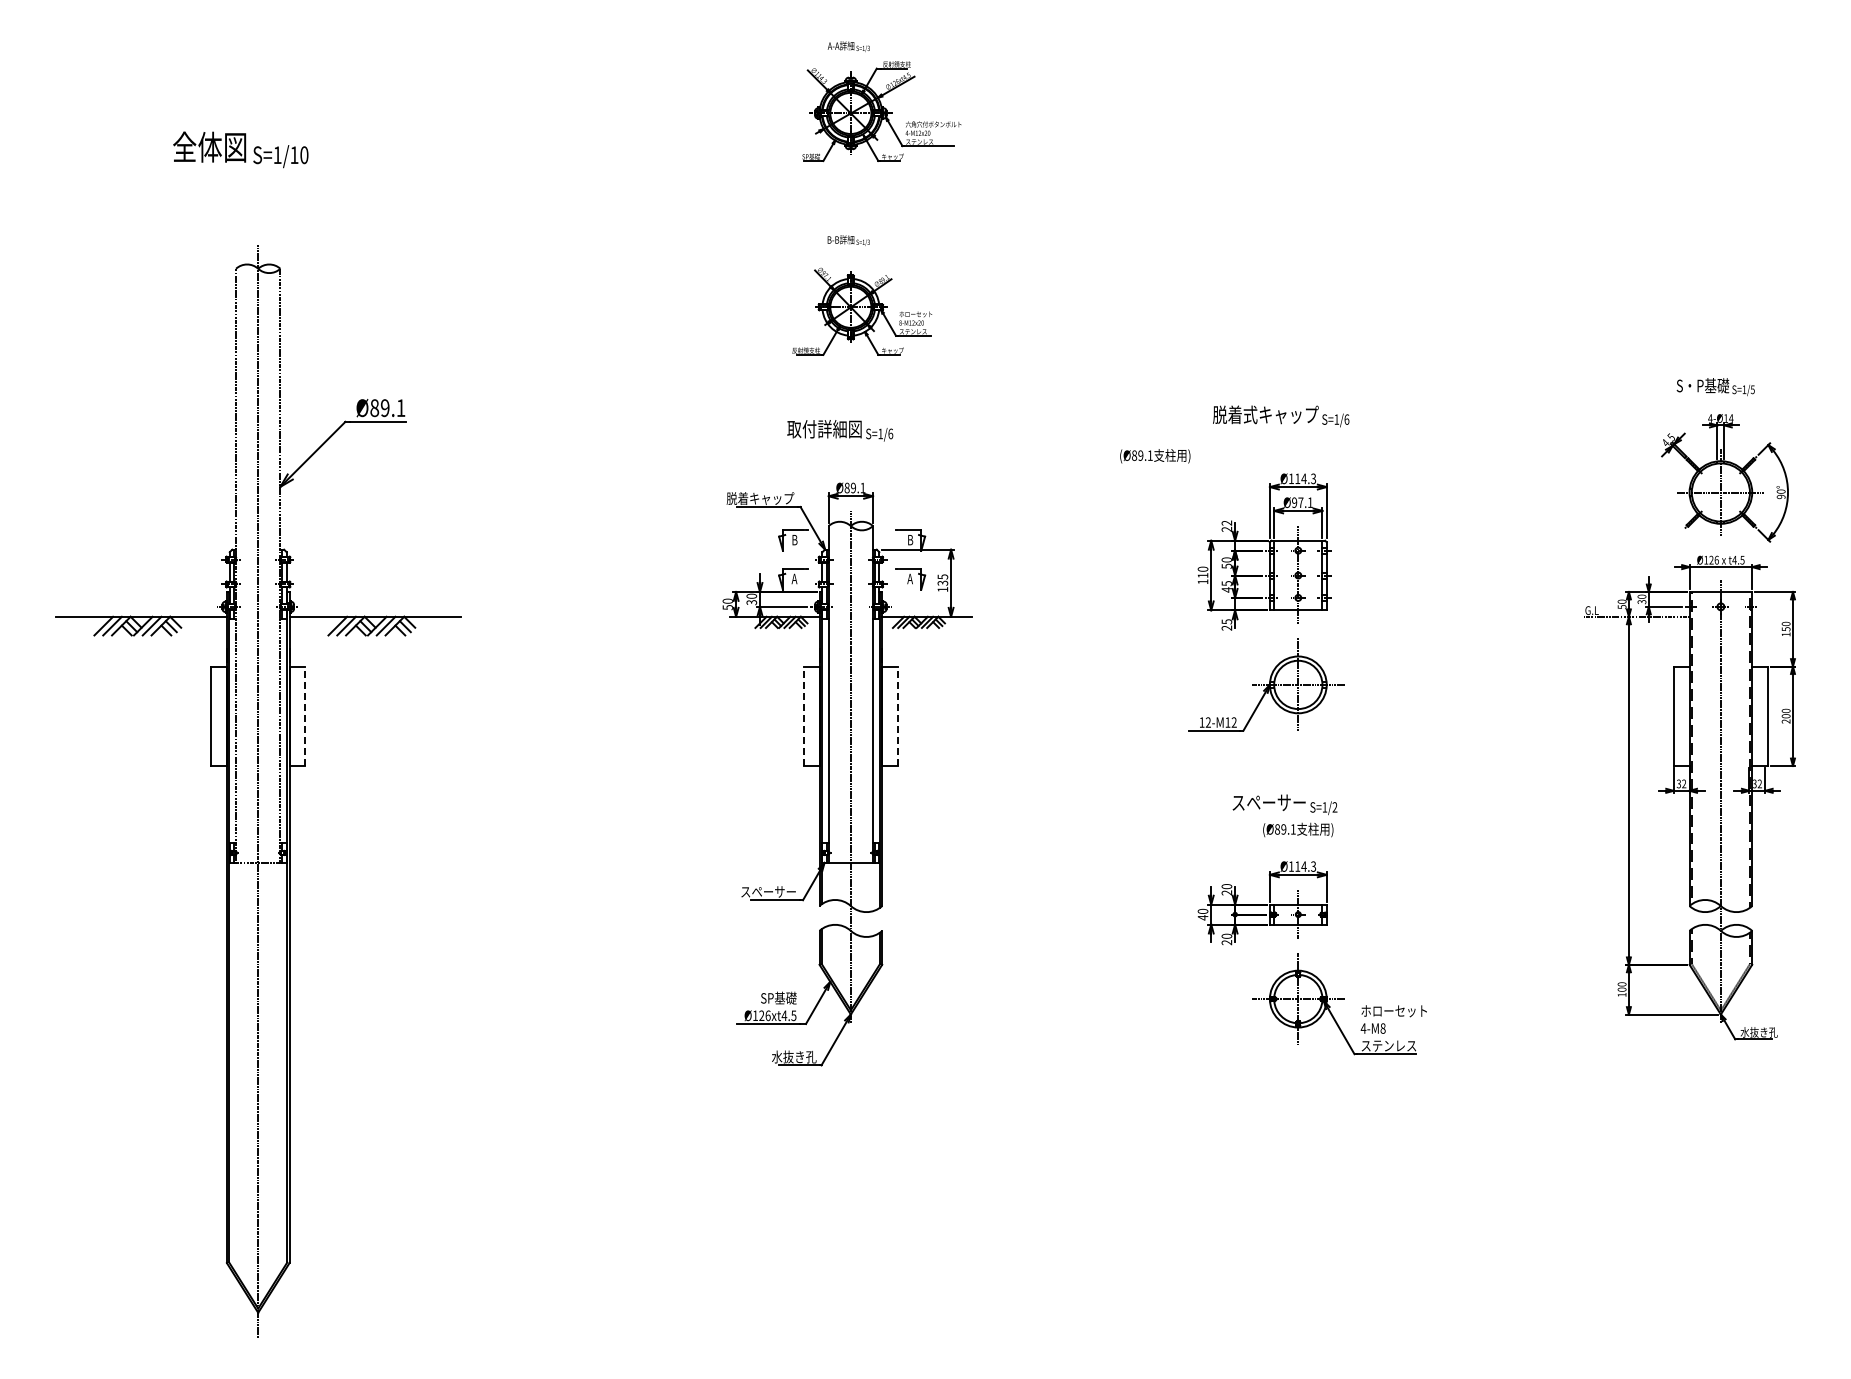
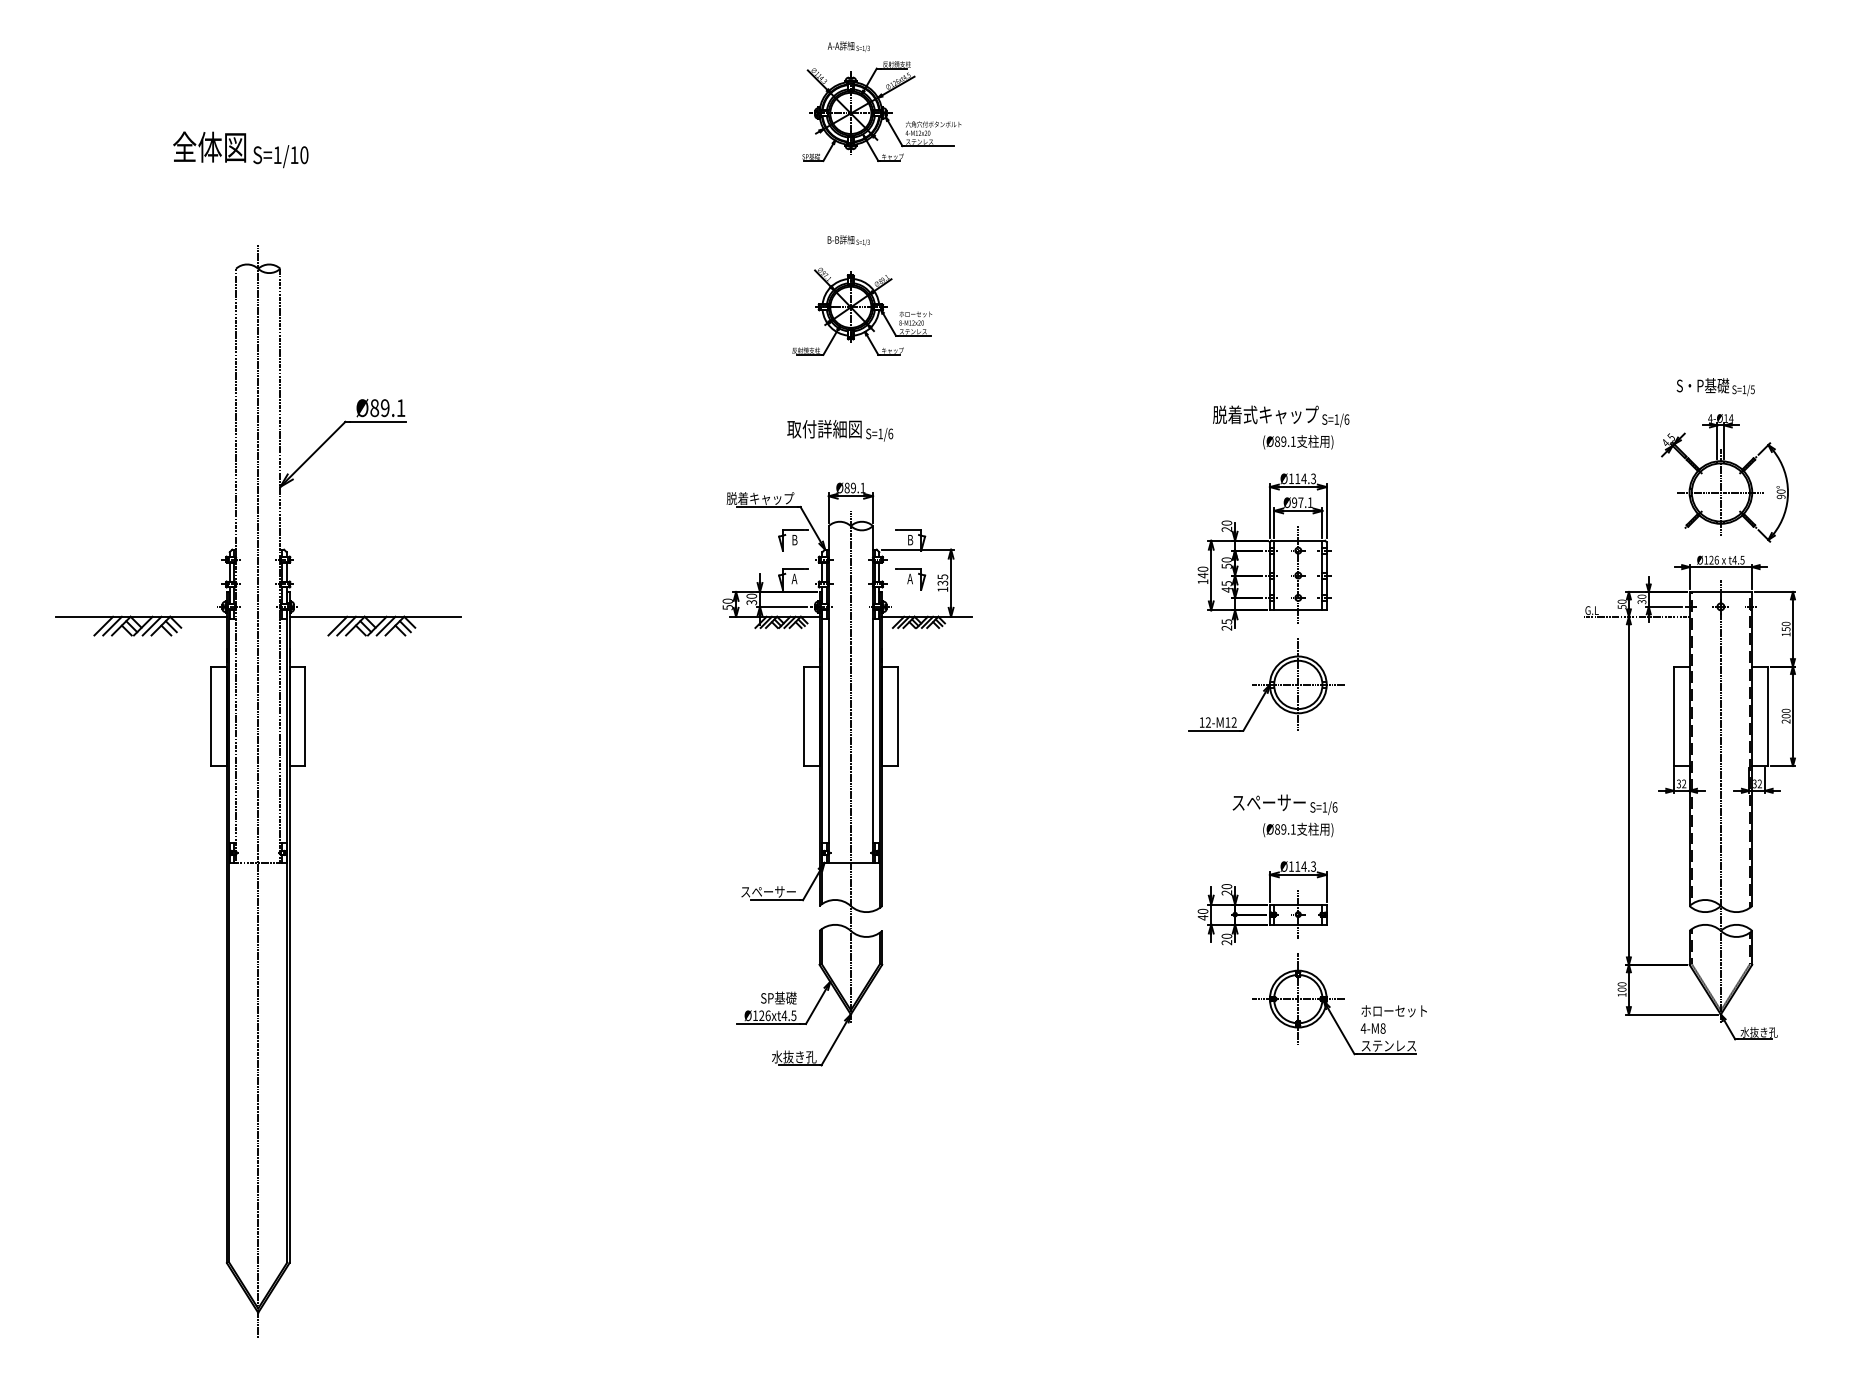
text at (1155, 456) position: (1155, 456) -> (1298, 442)
text at (1226, 522): 22 -> 20
text at (1202, 575): 110 -> 140
line at (305, 716): dashed -> solid
line at (803, 716): dashed -> solid
line at (898, 716): dashed -> solid
text at (1334, 807): S=1/2 -> S=1/6
